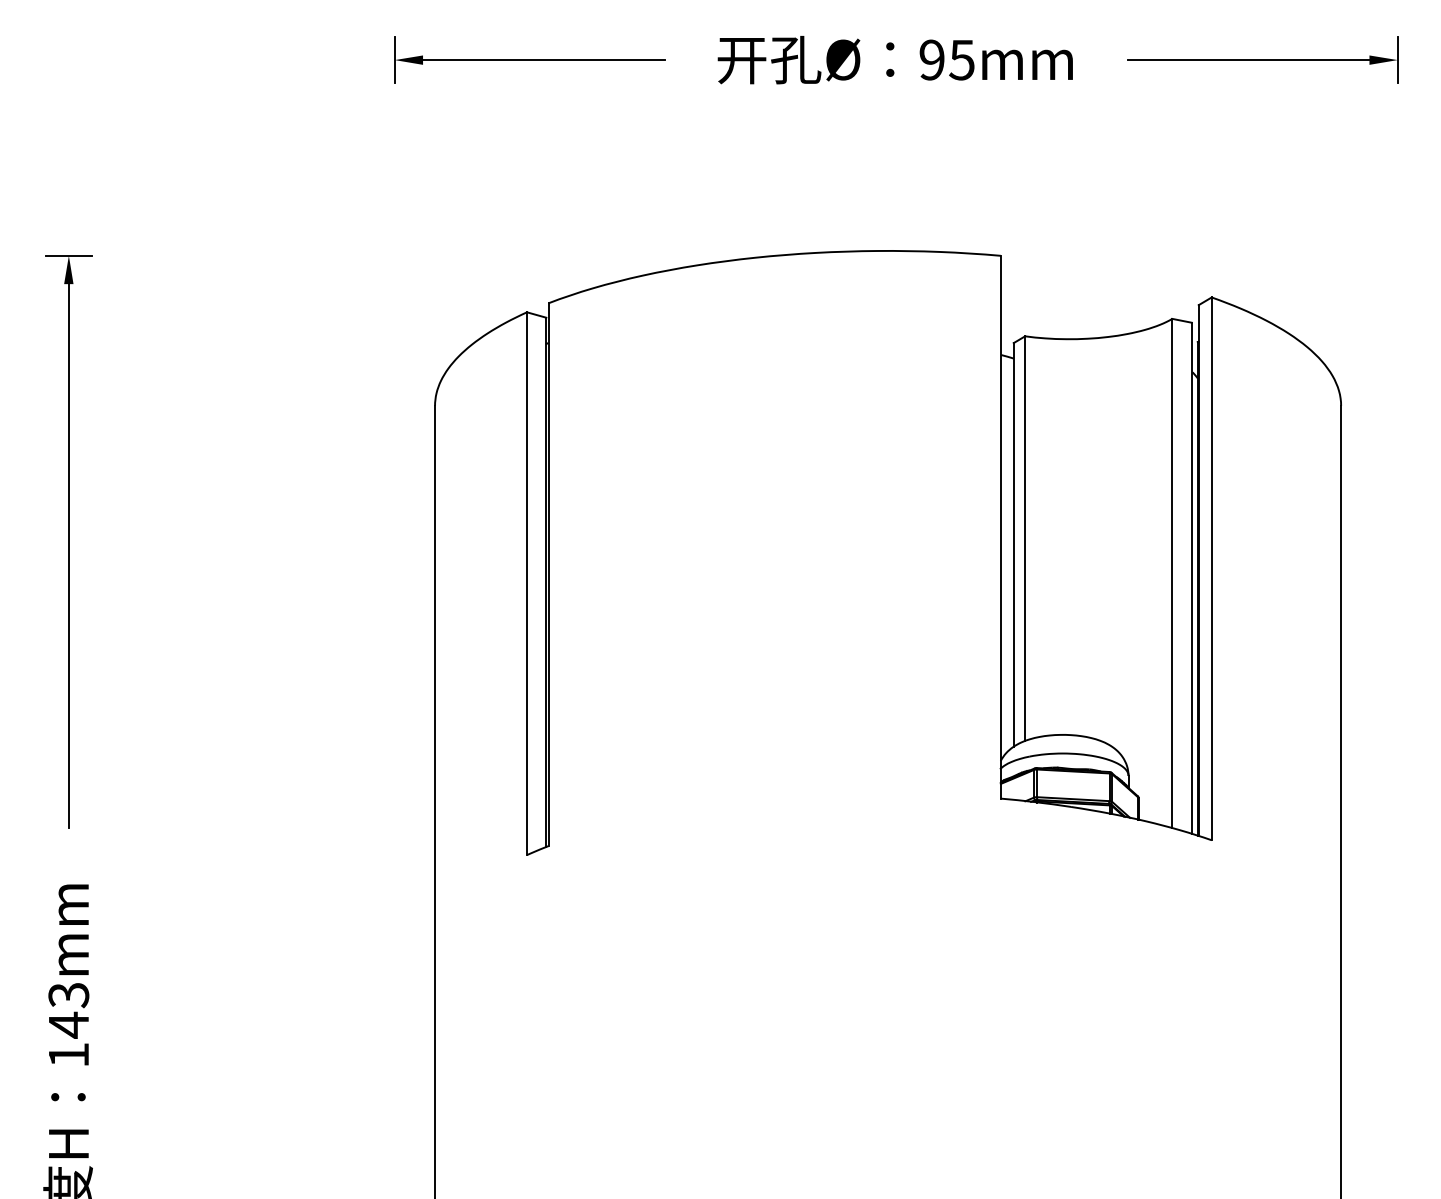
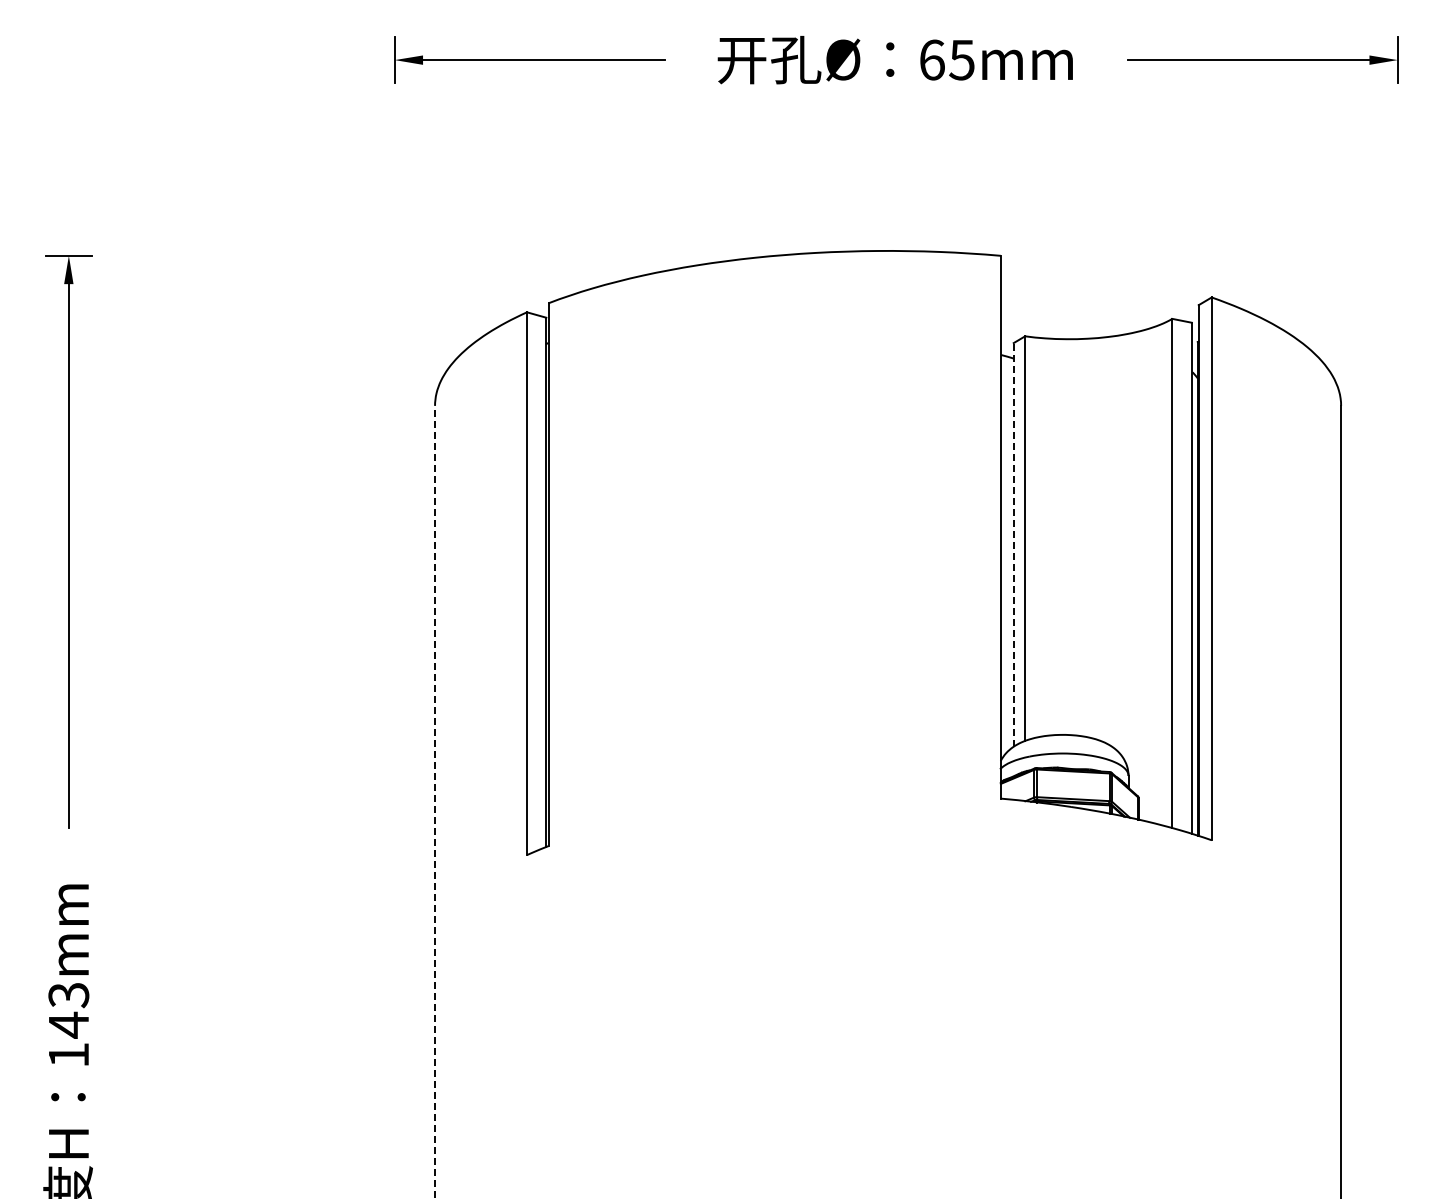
text at (931, 59): 95mm -> 65mm
line at (1013, 544): solid -> dashed
line at (435, 801): solid -> dashed
